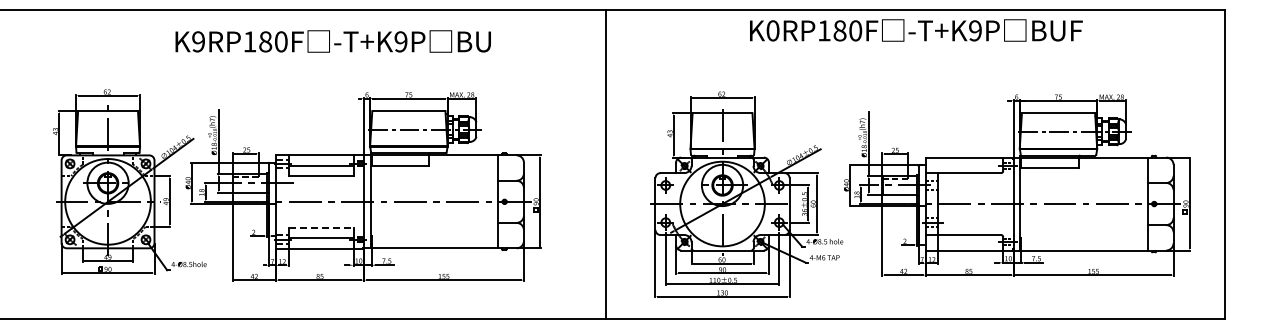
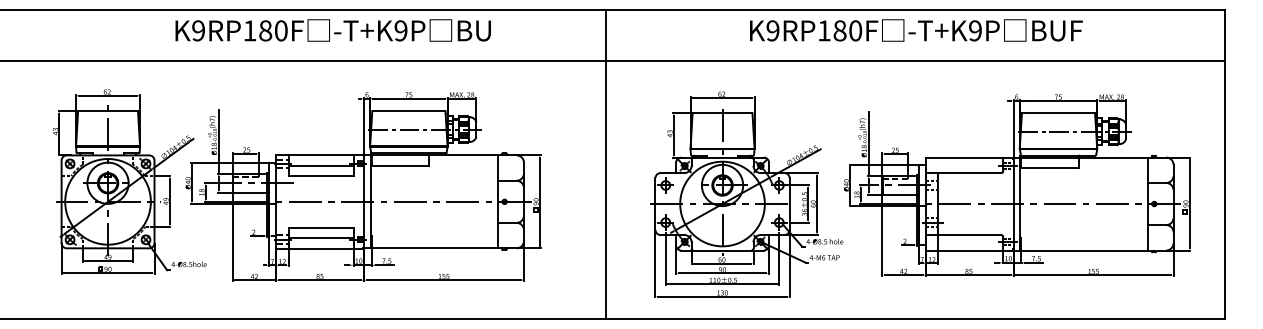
text at (772, 30): K0RP180F -> K9RP180F
text at (332, 41) position: (332, 41) -> (332, 30)
line at (613, 61): none -> present
line at (321, 227): dashed -> solid
